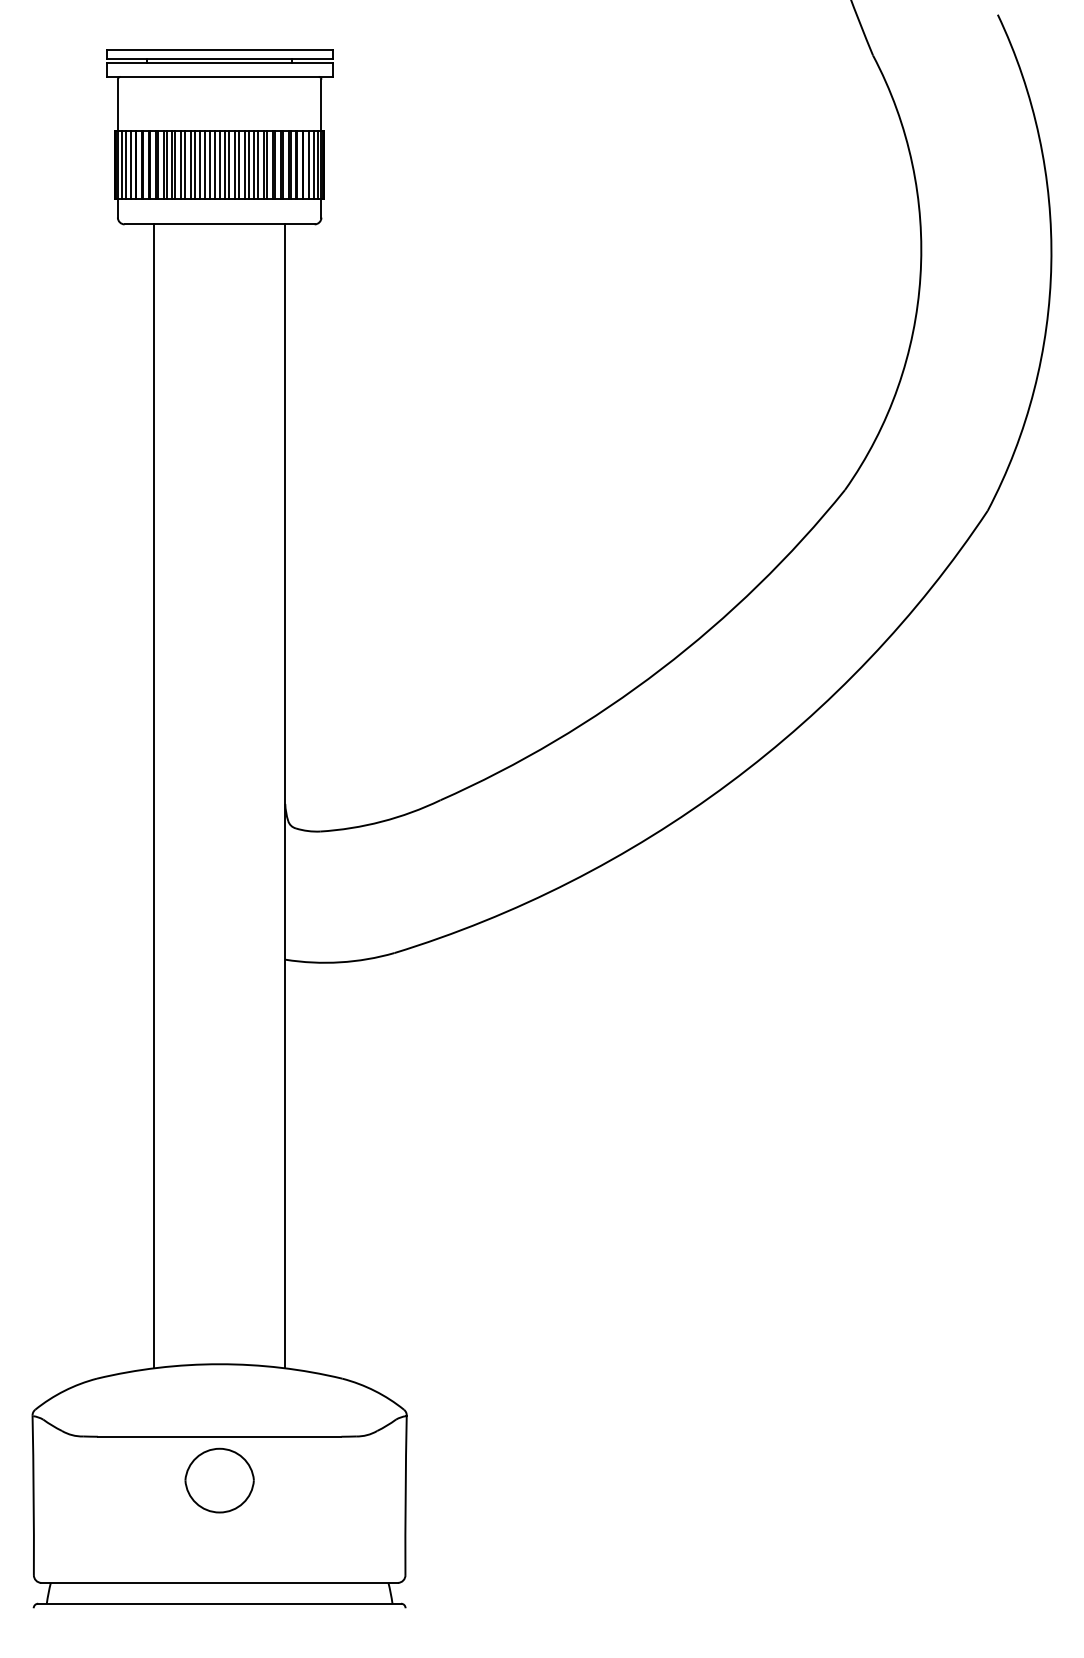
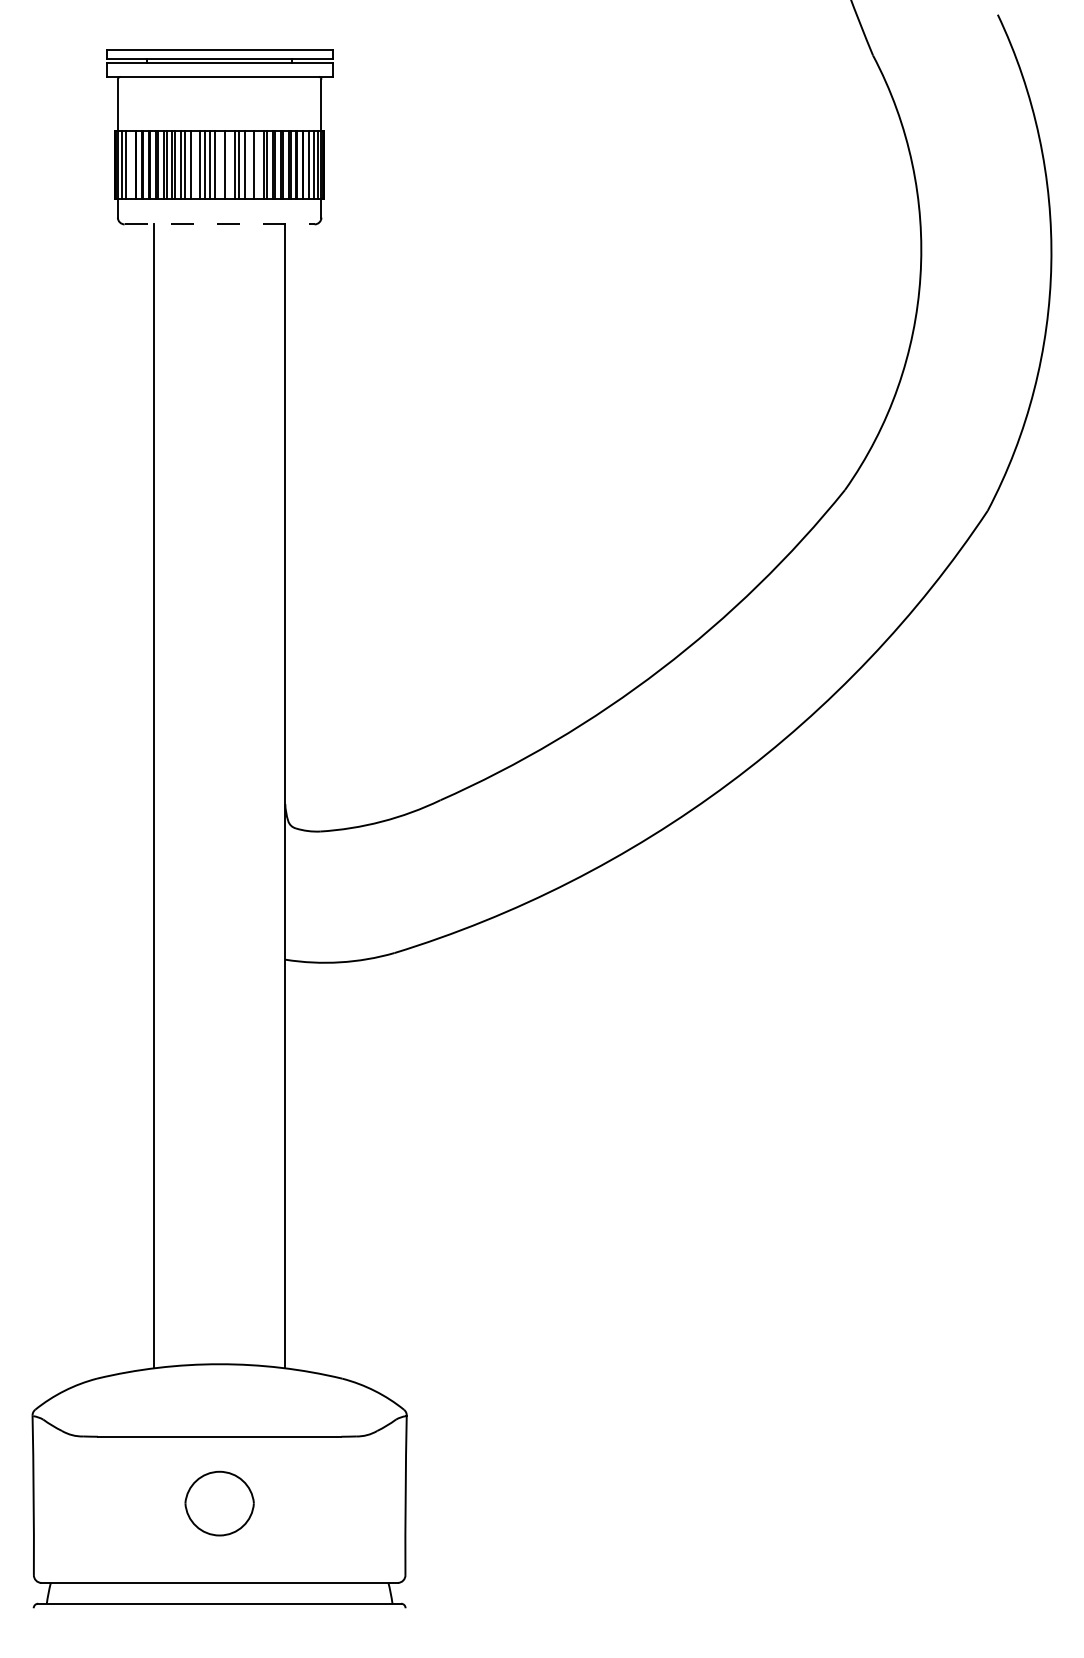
line at (130, 165): present -> none
line at (194, 165): present -> none
line at (219, 165): present -> none
line at (229, 165): present -> none
line at (248, 165): present -> none
line at (258, 165): present -> none
line at (220, 224): solid -> dashed
part at (219, 1480) position: (219, 1480) -> (219, 1503)
